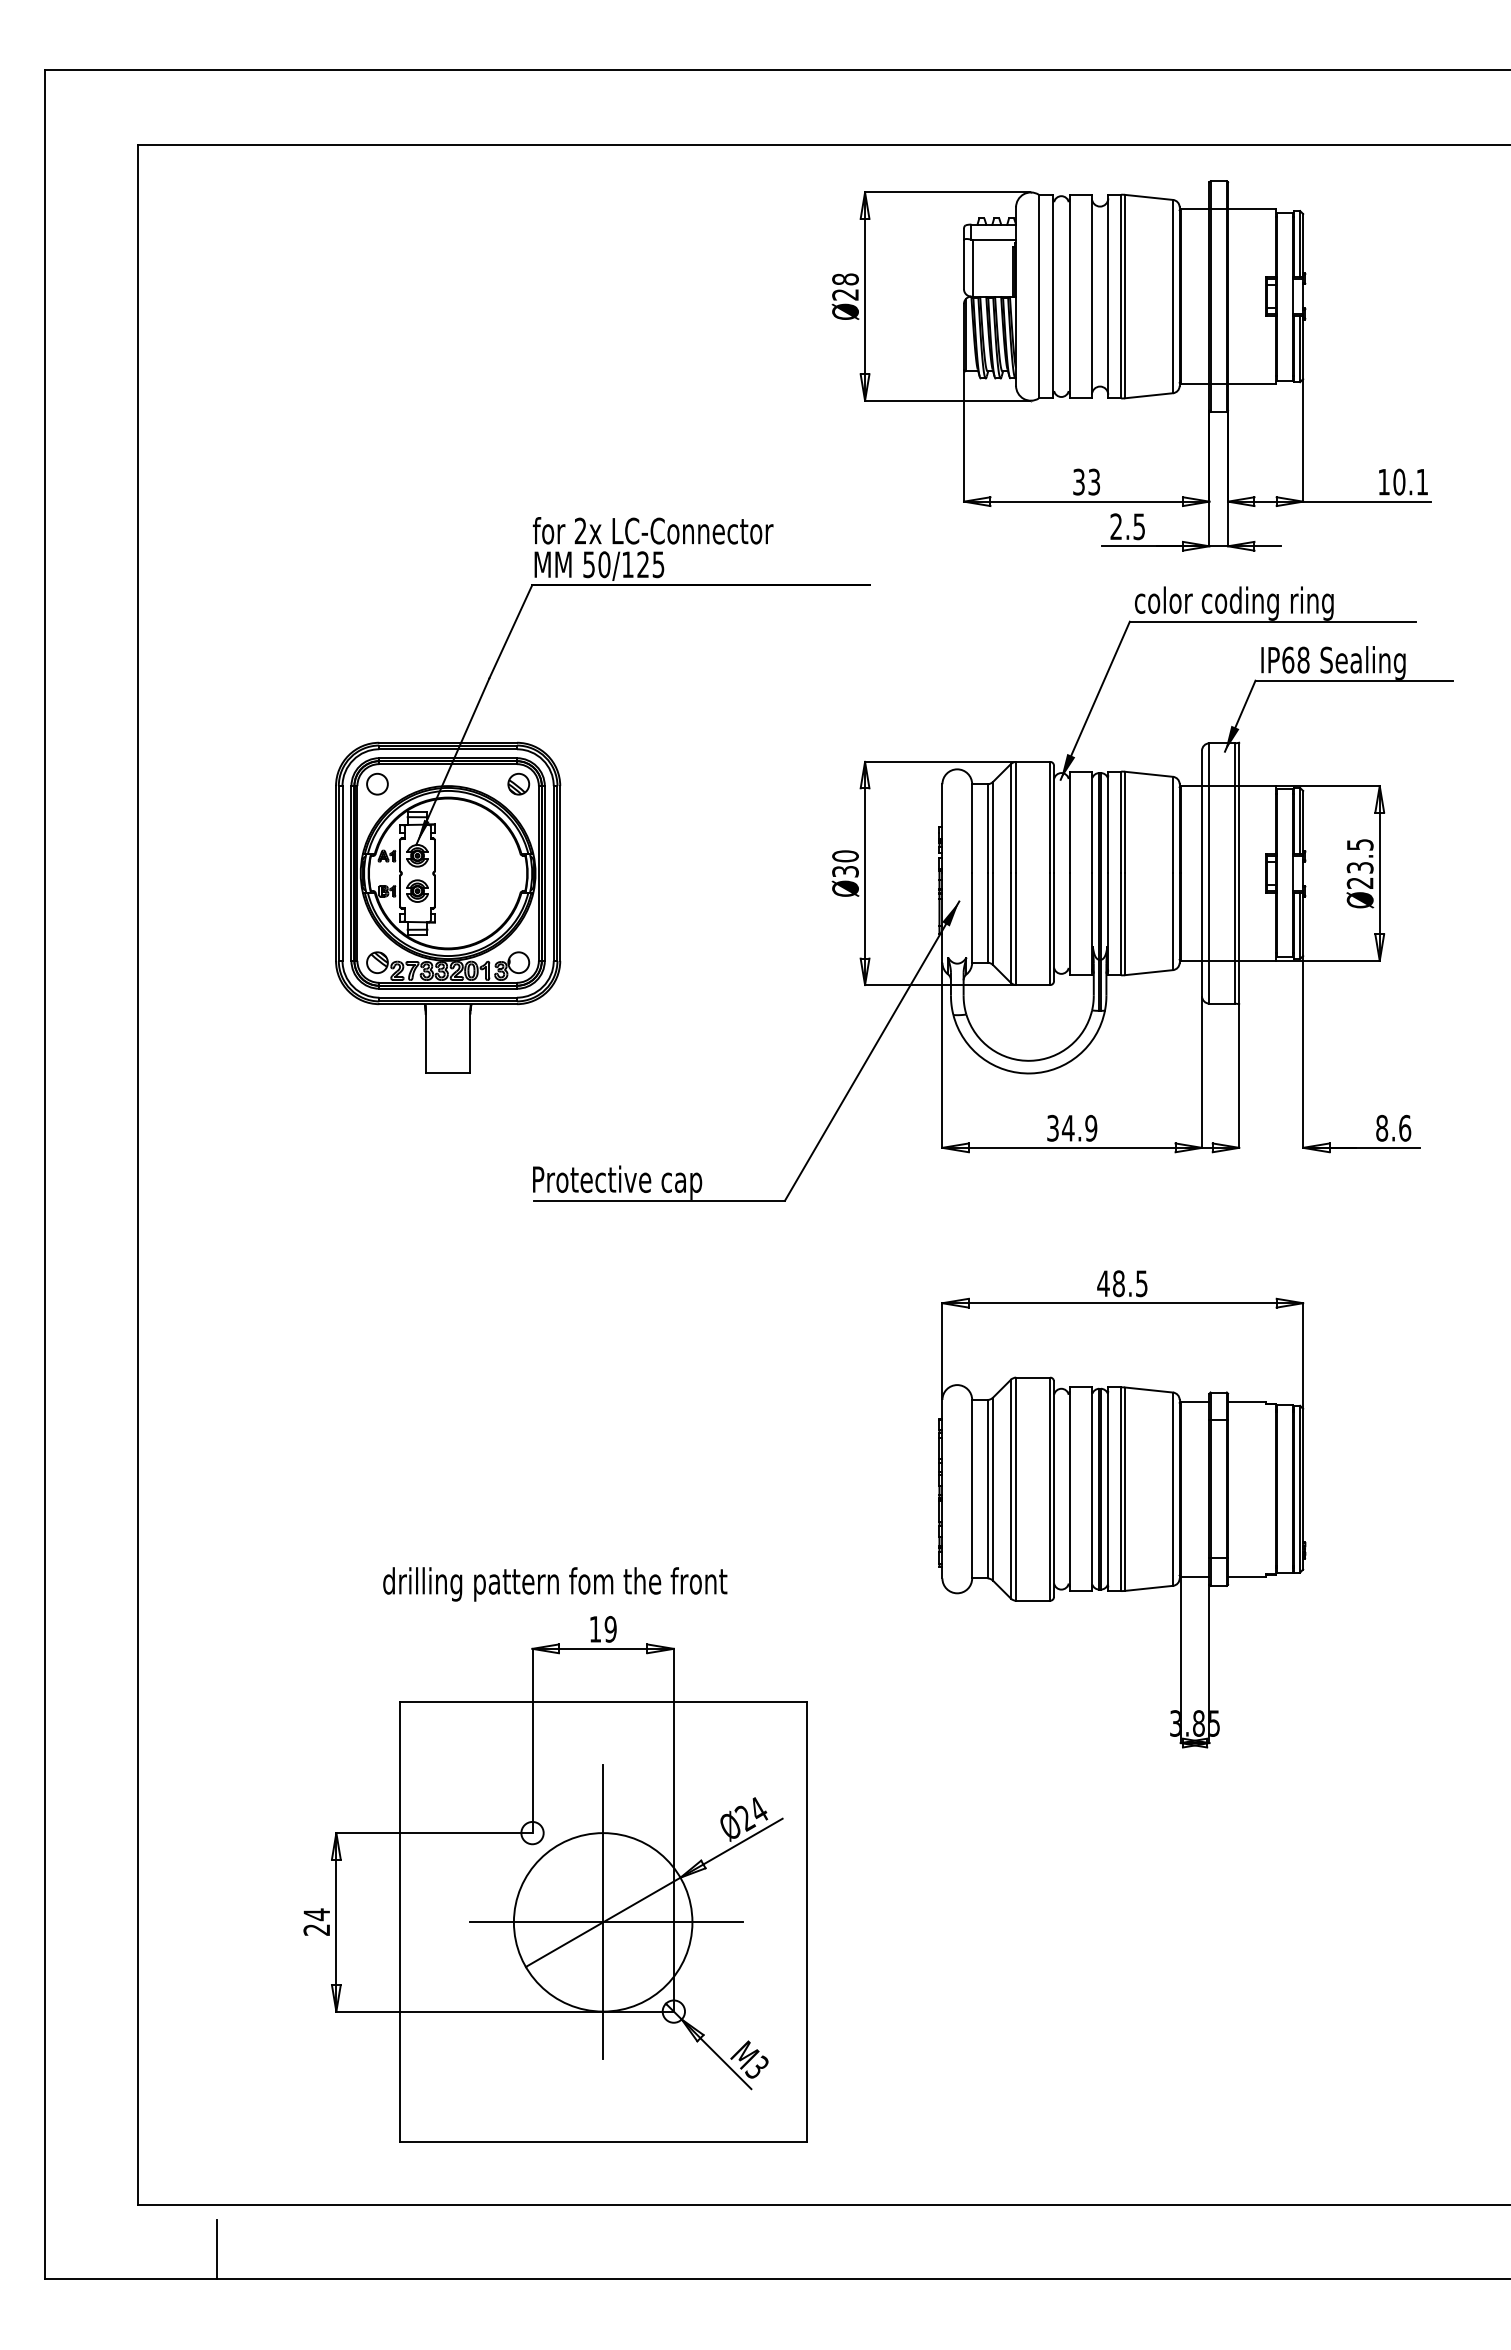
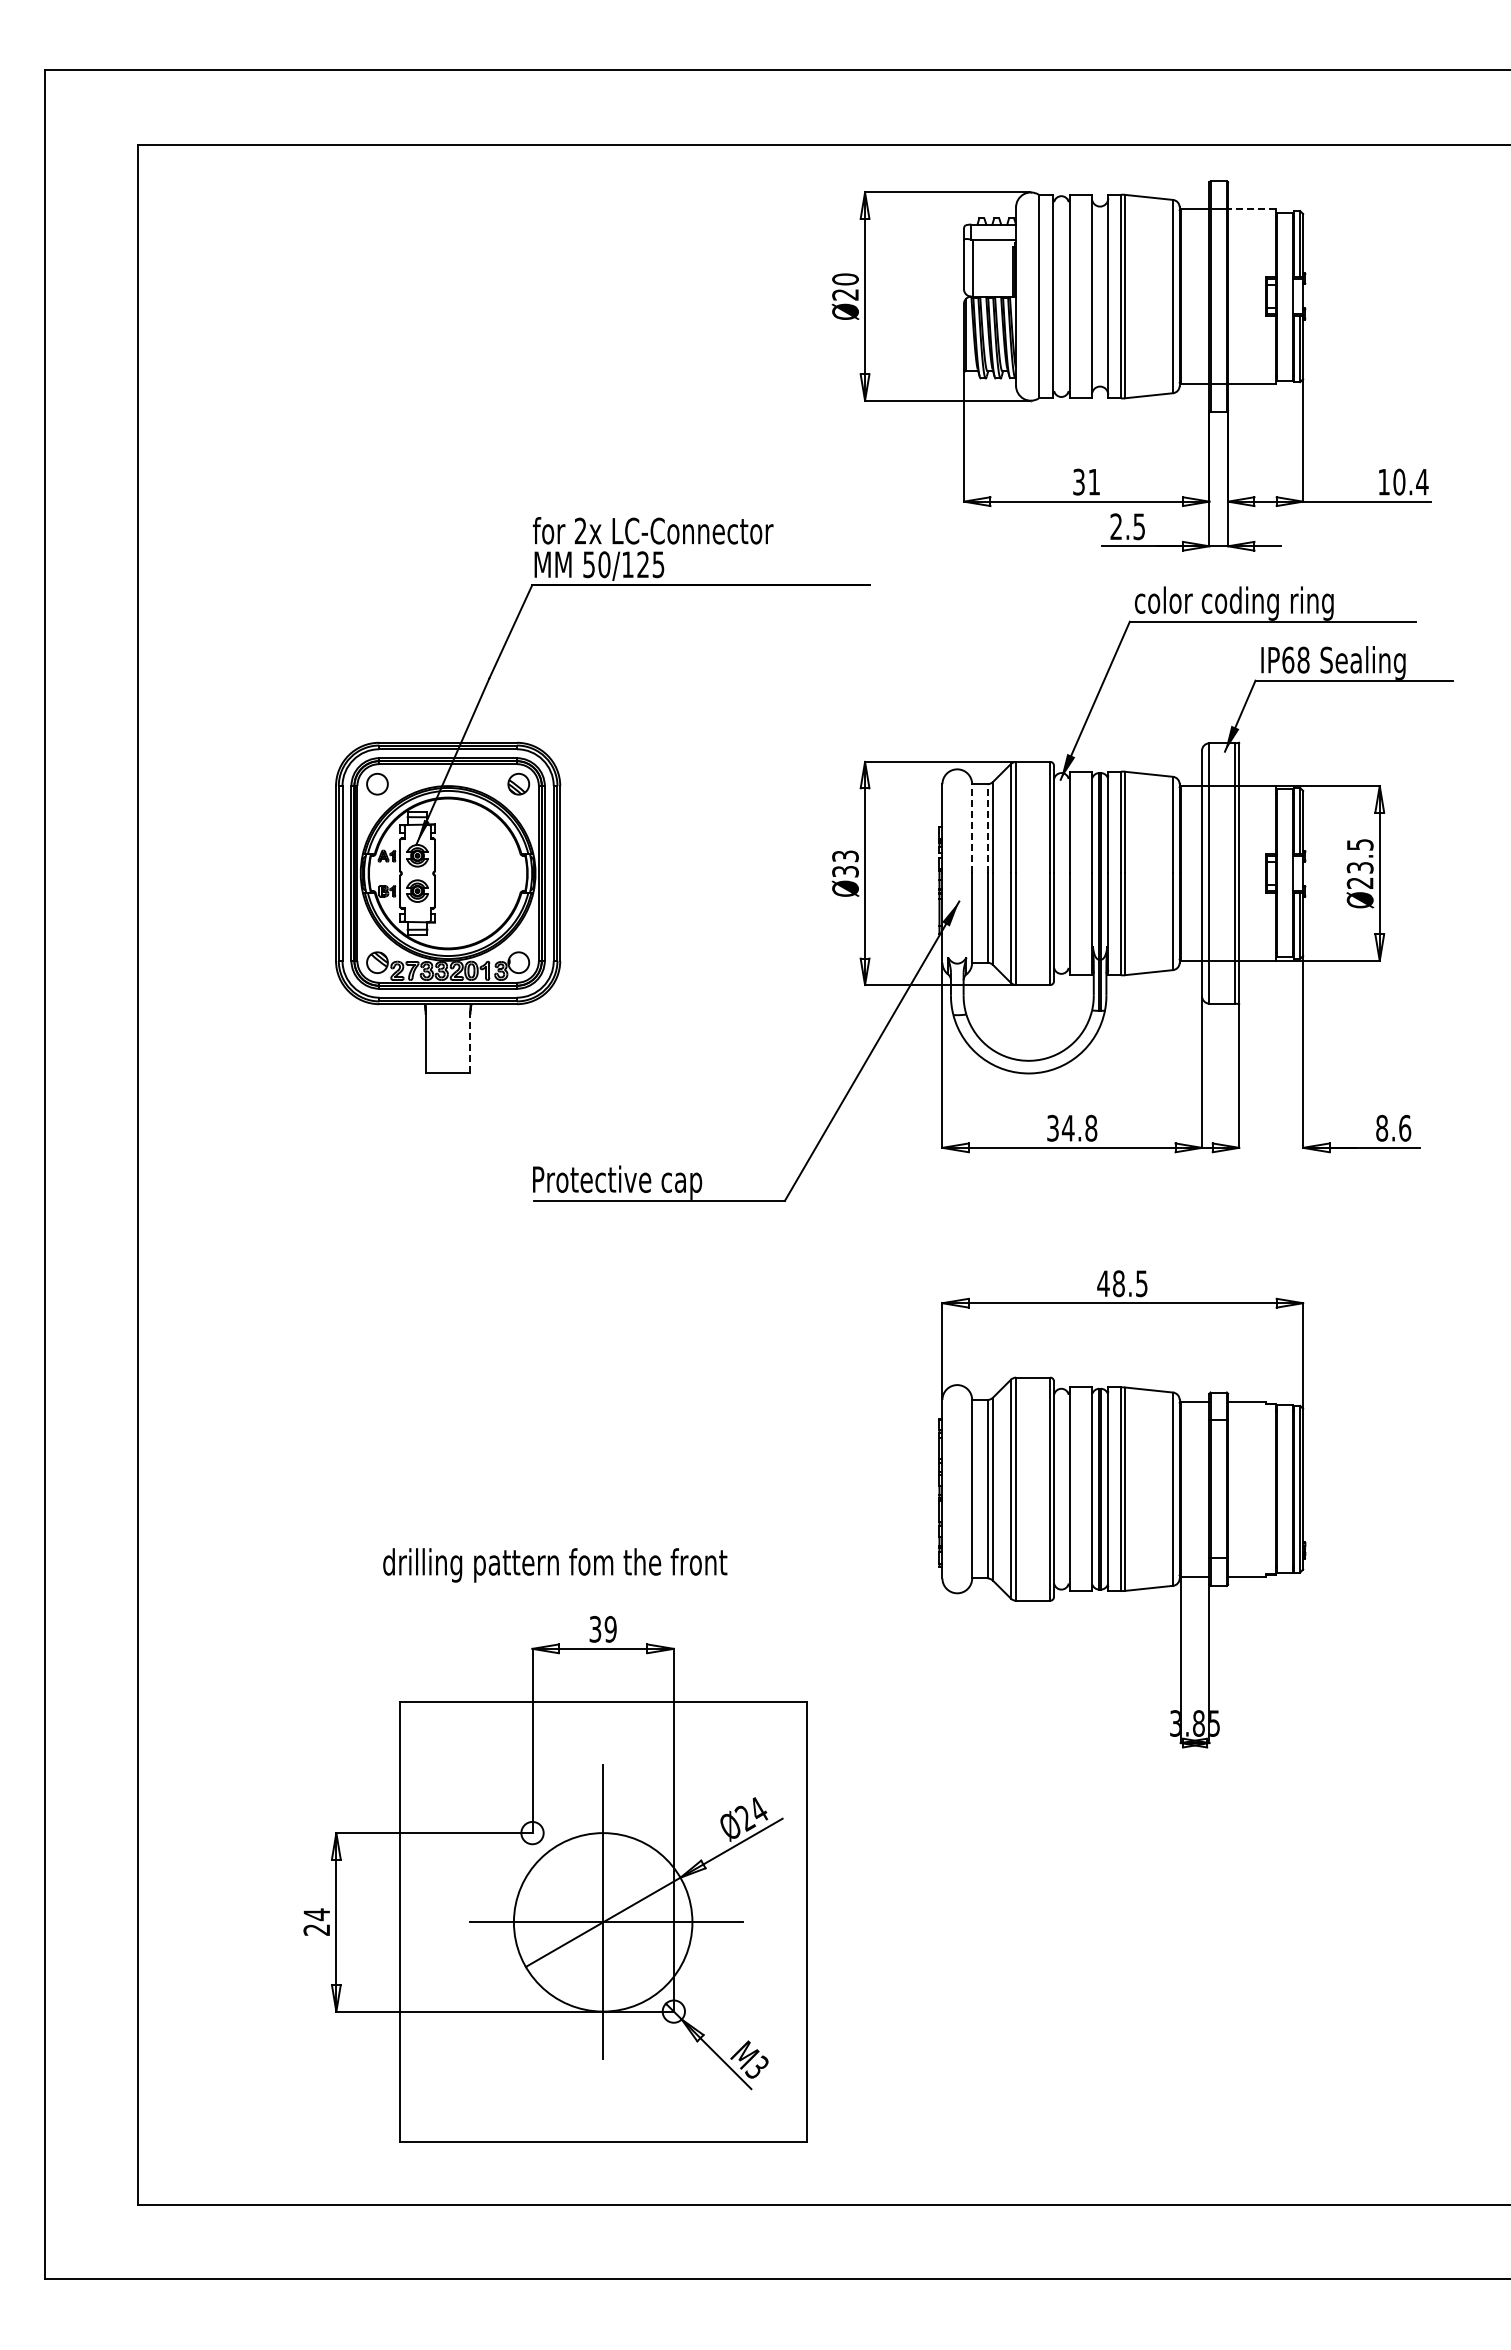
line at (1251, 209): solid -> dashed
text at (845, 279): Ø28 -> Ø20
text at (1094, 481): 33 -> 31
text at (1422, 482): 10.1 -> 10.4
line at (972, 828): solid -> dashed
line at (987, 828): solid -> dashed
text at (845, 856): Ø30 -> Ø33
line at (470, 1041): solid -> dashed
text at (1091, 1128): 34.9 -> 34.8
text at (555, 1584) position: (555, 1584) -> (555, 1565)
text at (595, 1629): 19 -> 39
line at (216, 2249): present -> none
